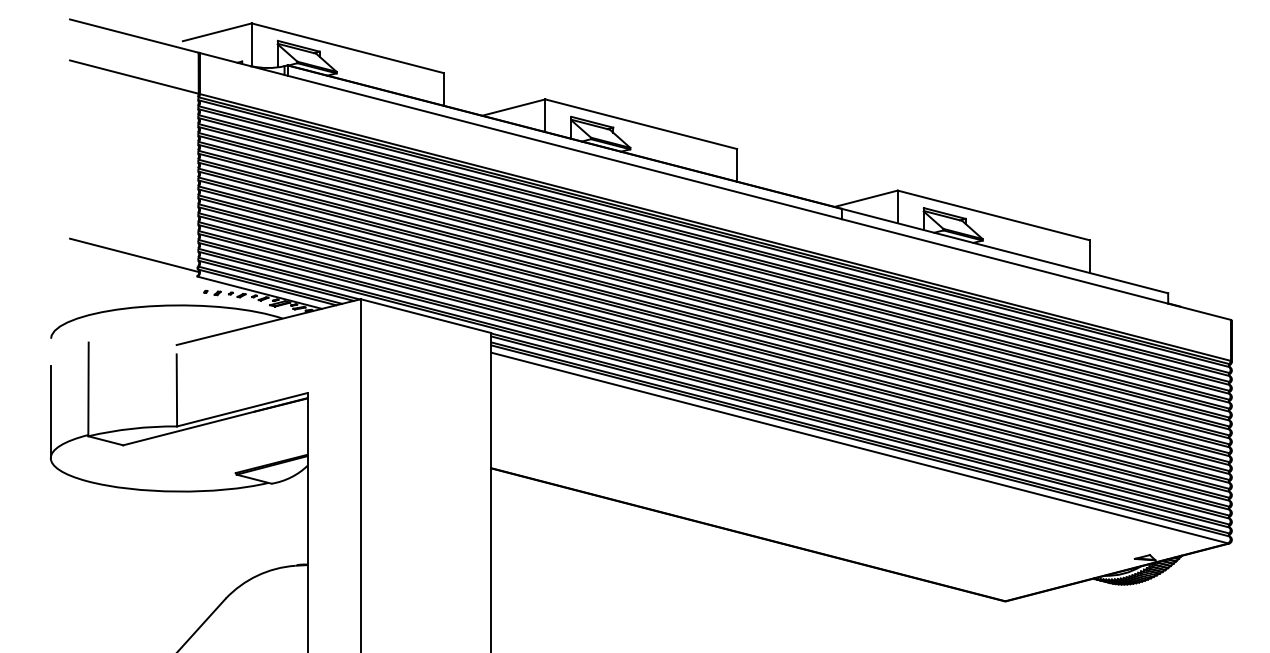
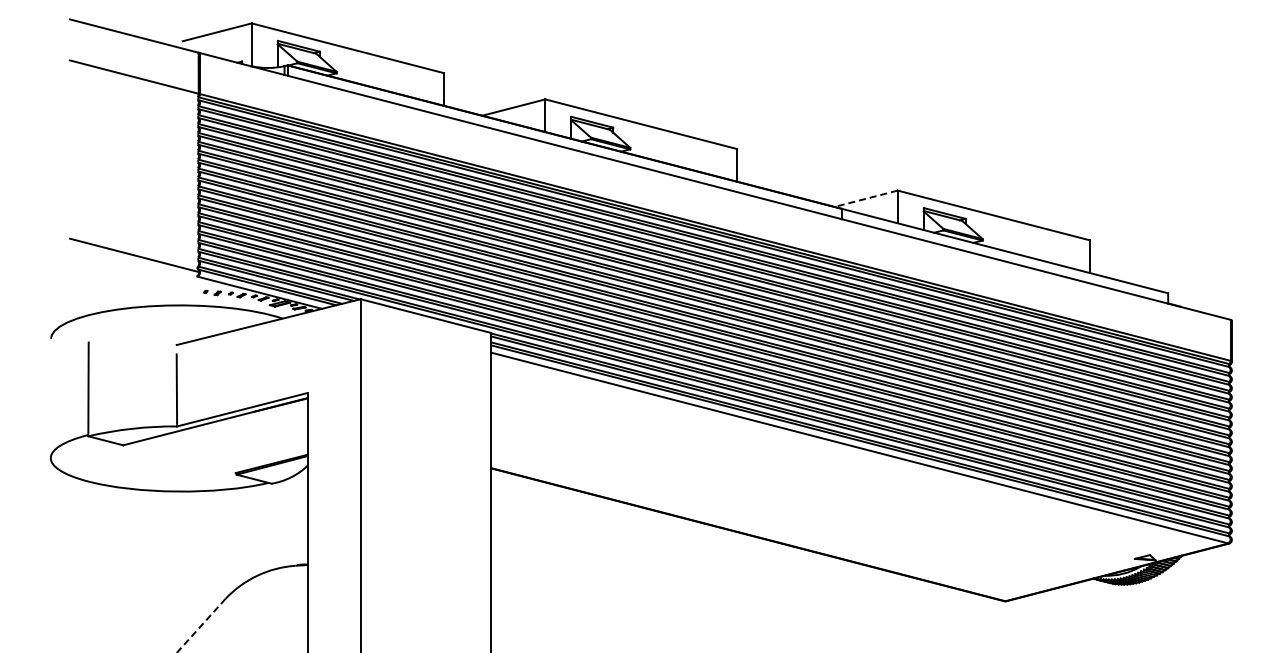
line at (866, 198): solid -> dashed
line at (50, 411): present -> none
line at (200, 626): solid -> dashed
